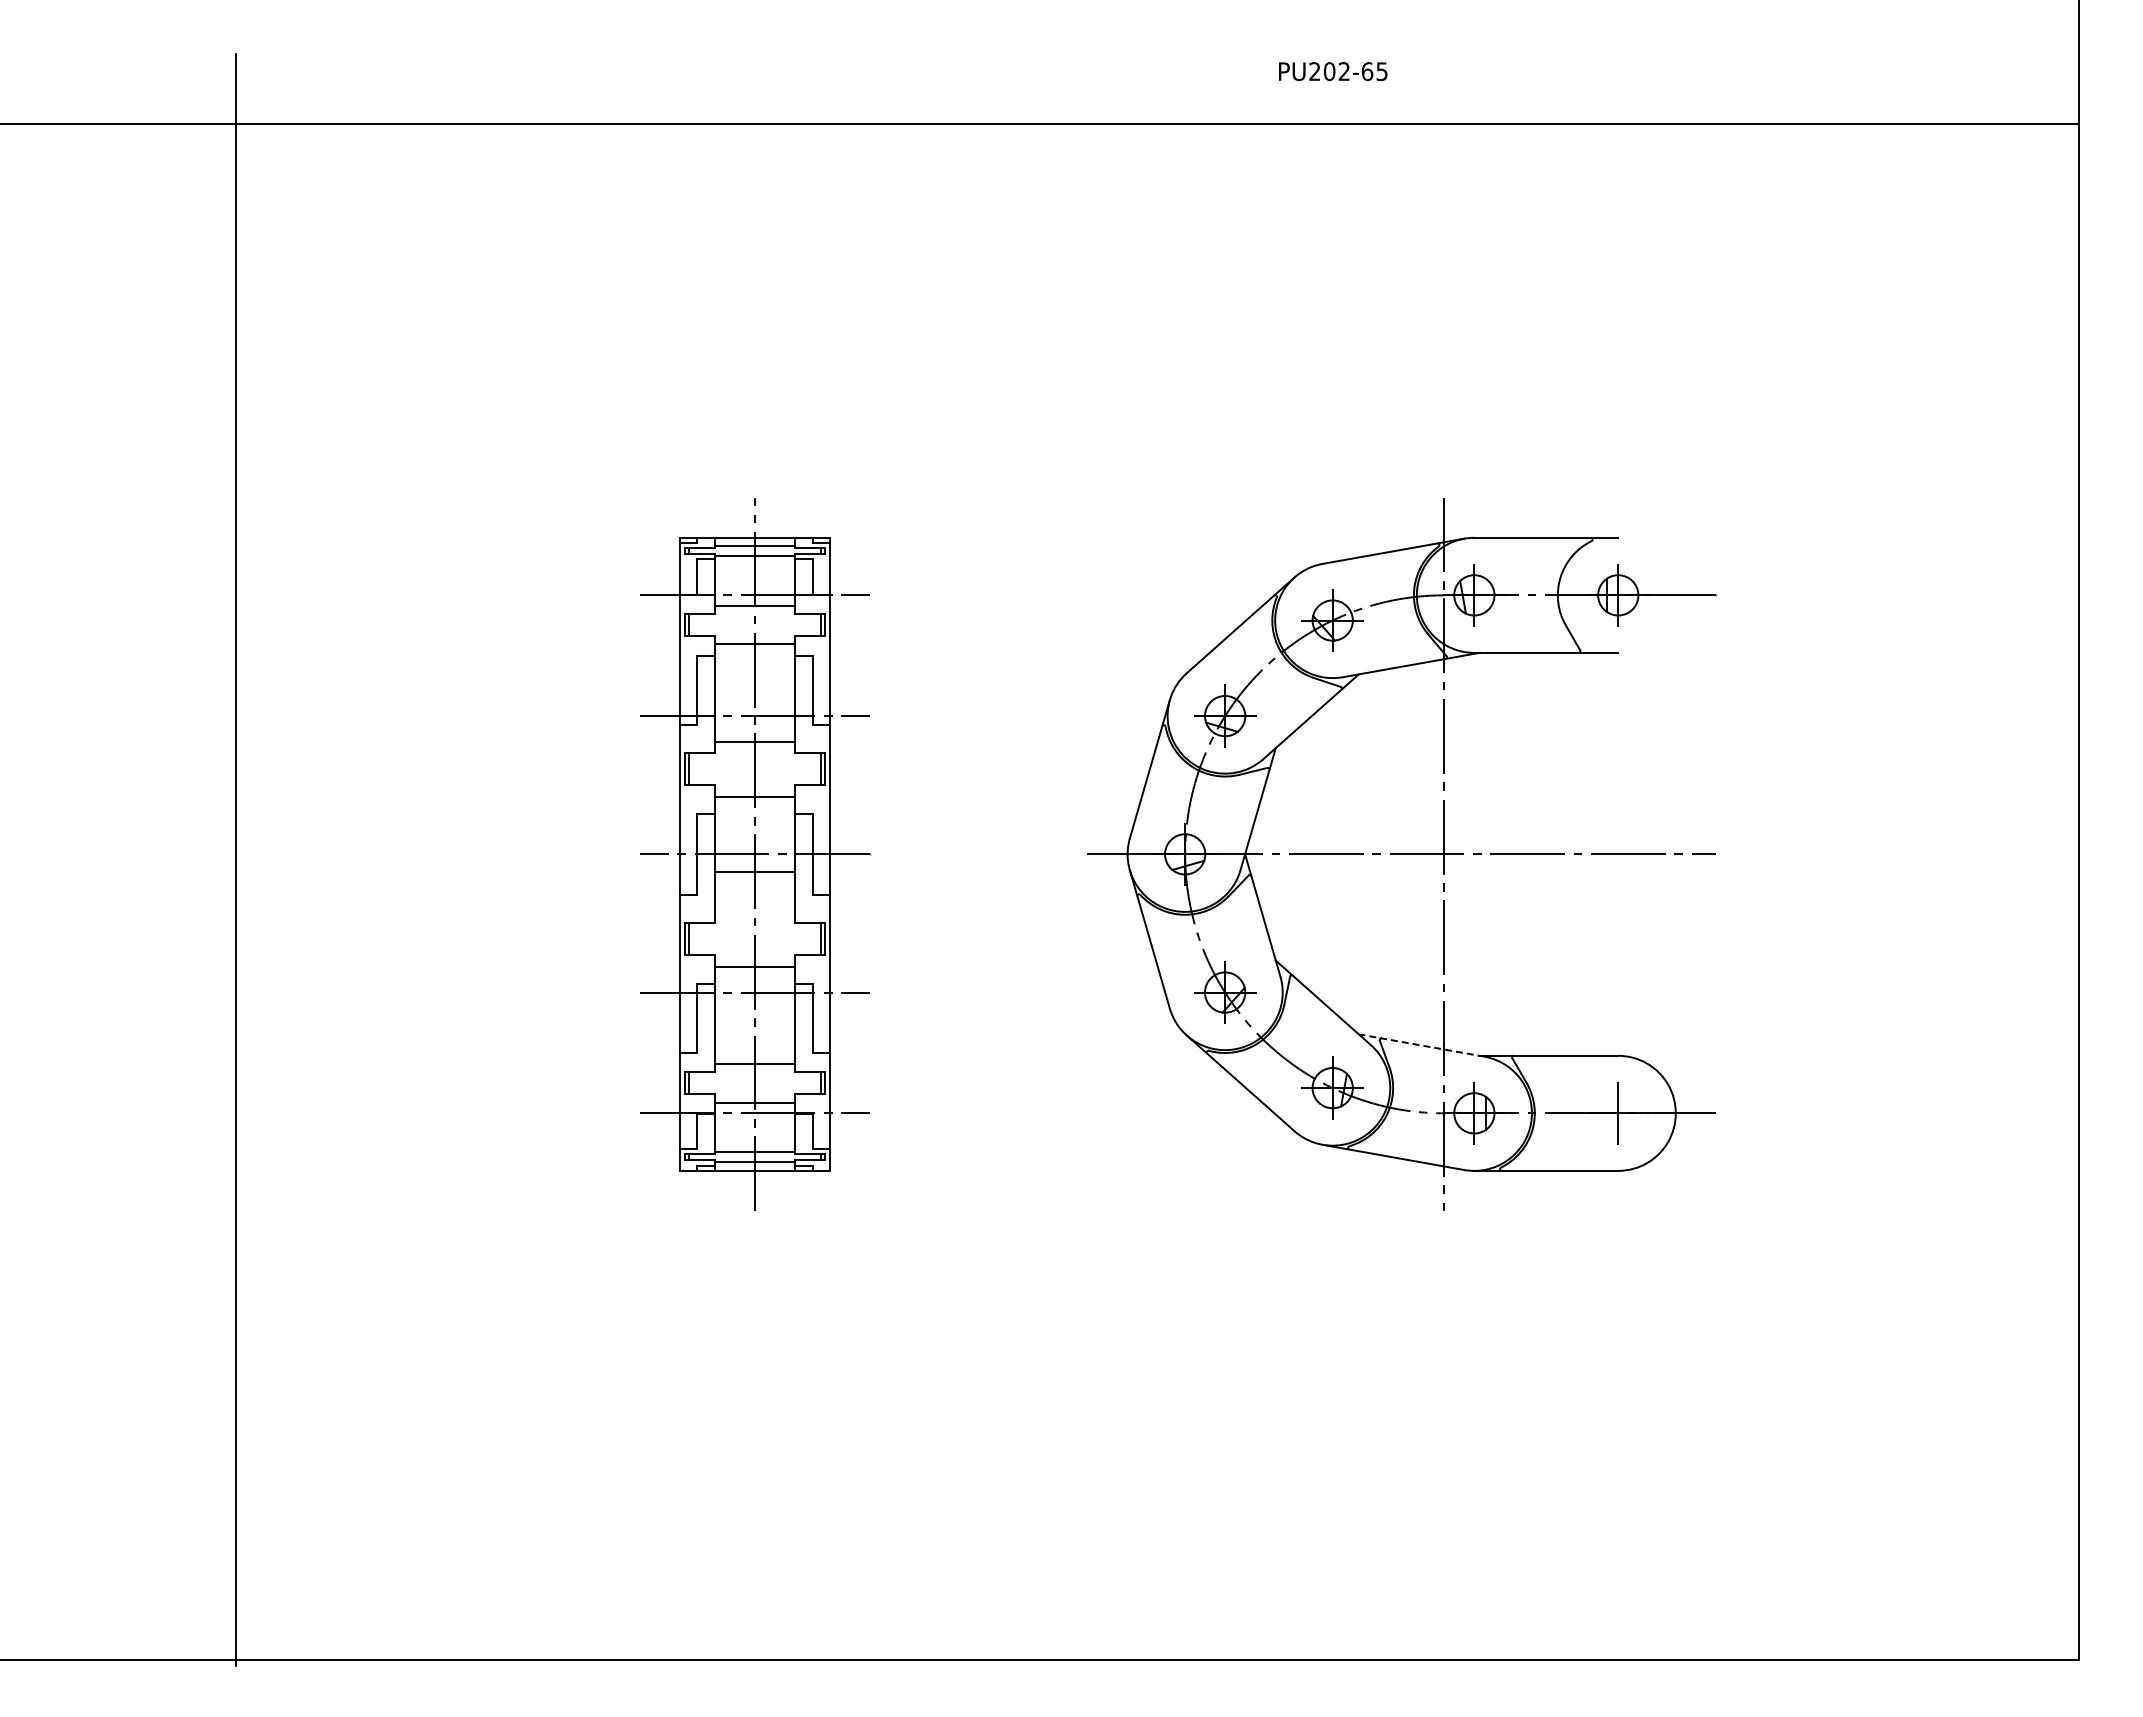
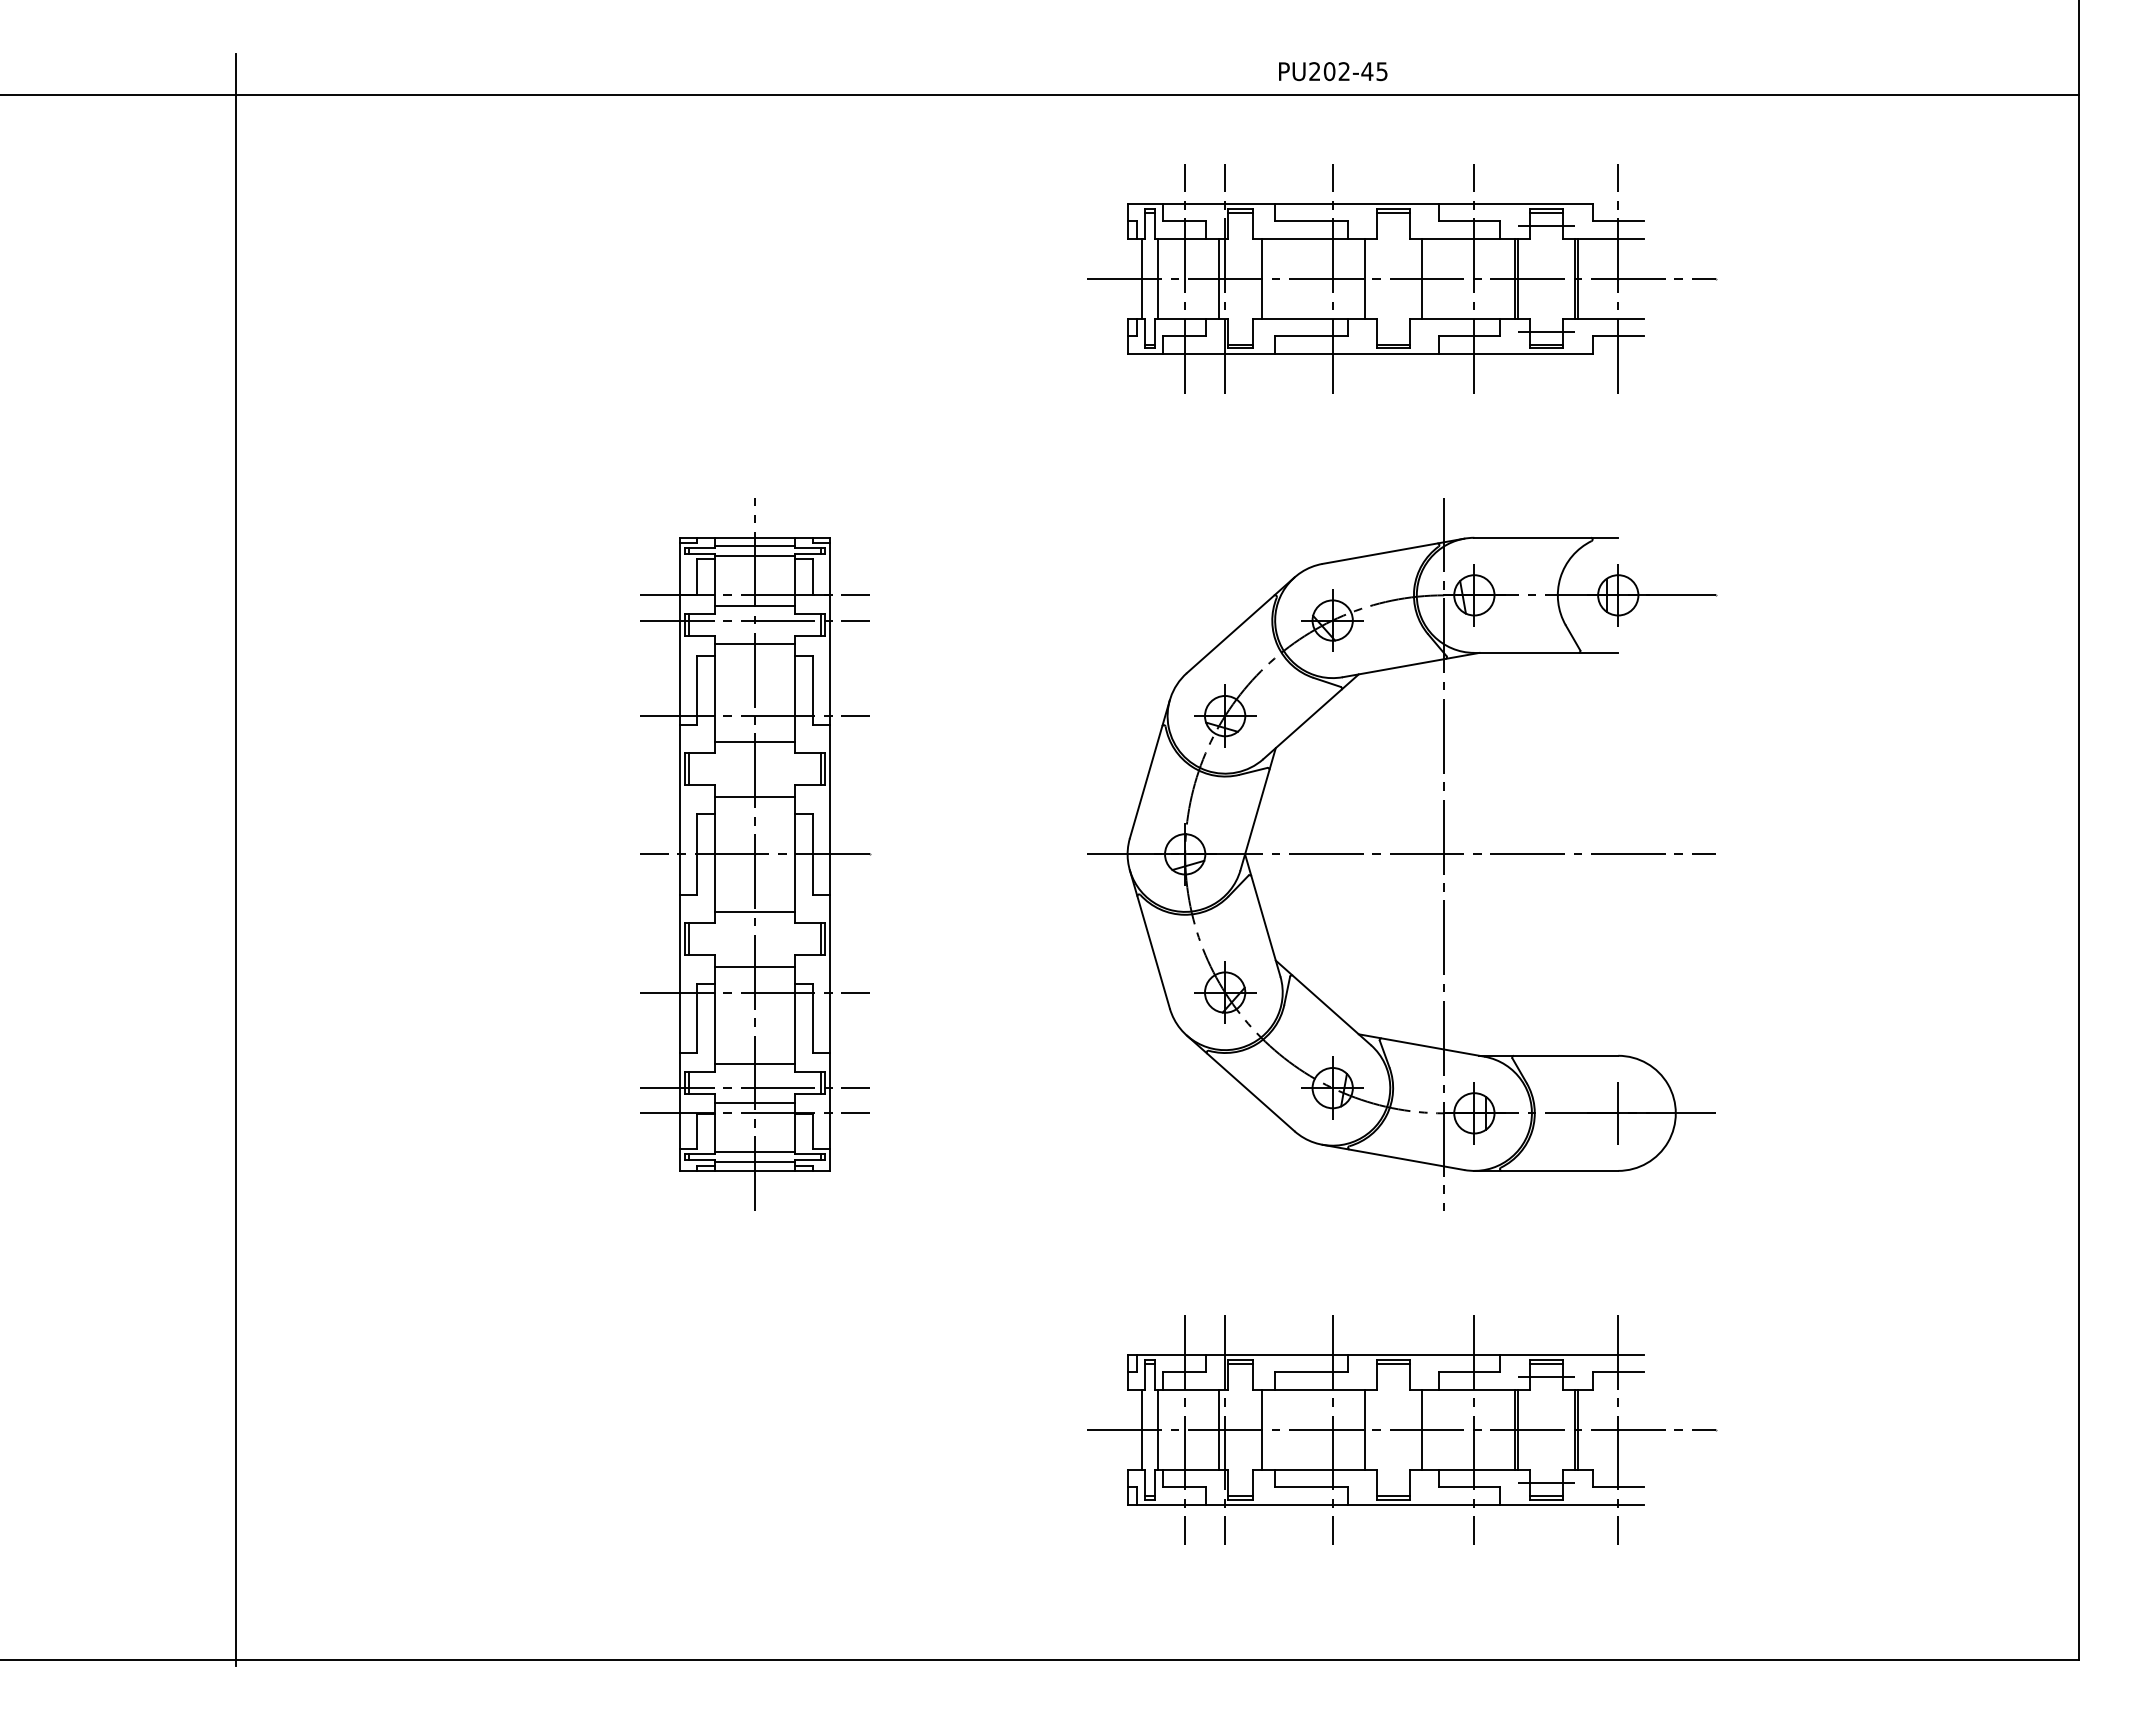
text at (1367, 71): PU202-65 -> PU202-45
line at (1040, 123) position: (1040, 123) -> (1040, 94)
part at (1402, 278): none -> present
line at (754, 620): none -> present
line at (754, 871) position: (754, 871) -> (754, 911)
line at (1421, 1045): dashed -> solid
line at (754, 1088): none -> present
part at (1402, 1429): none -> present
